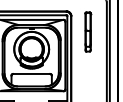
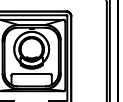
part at (88, 31): present -> none
